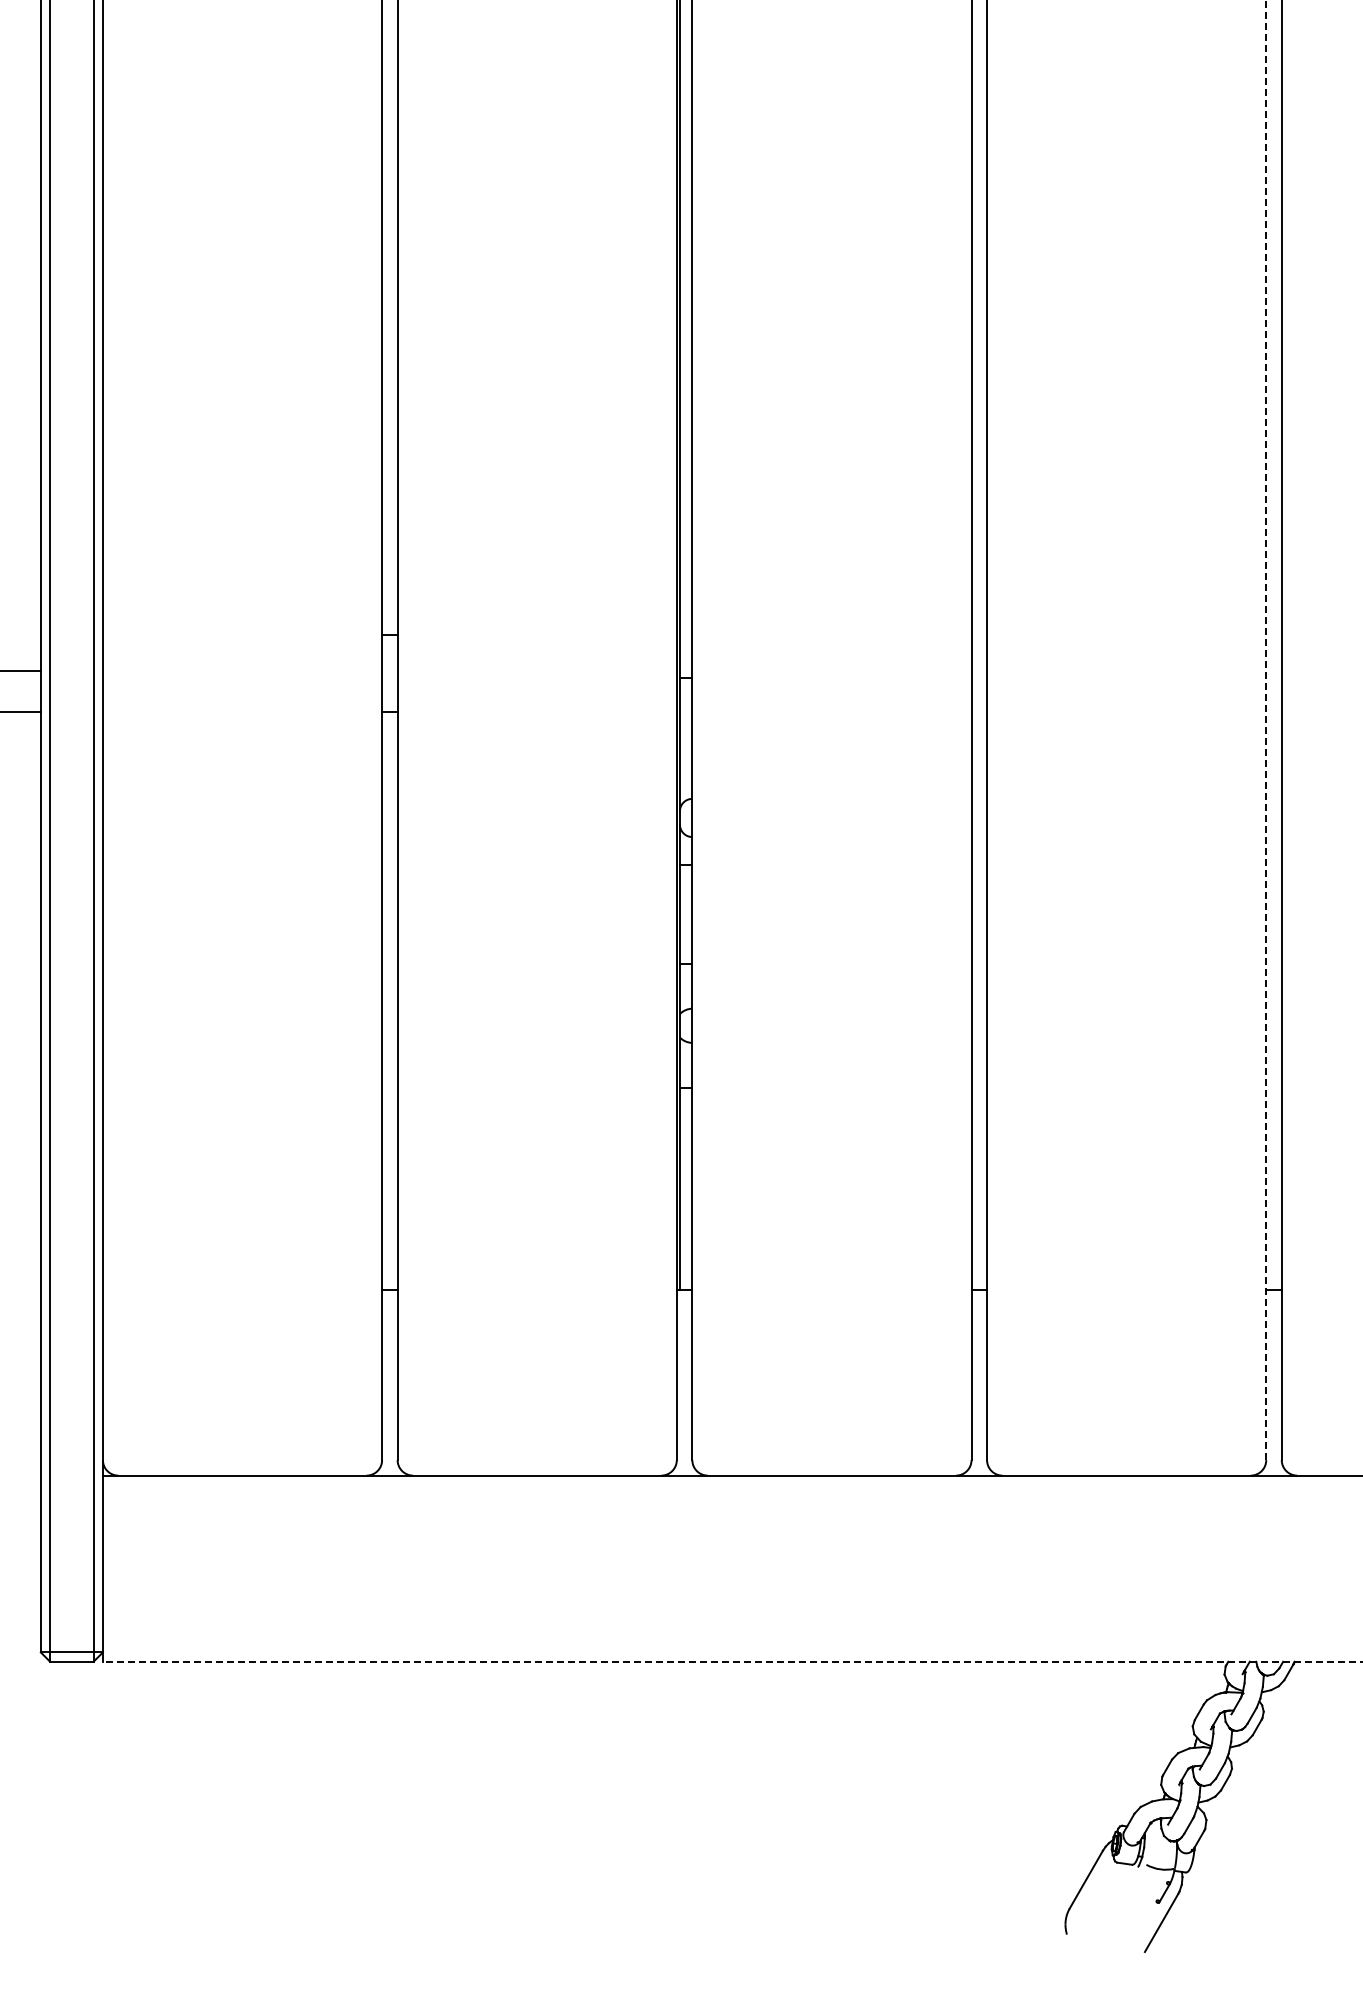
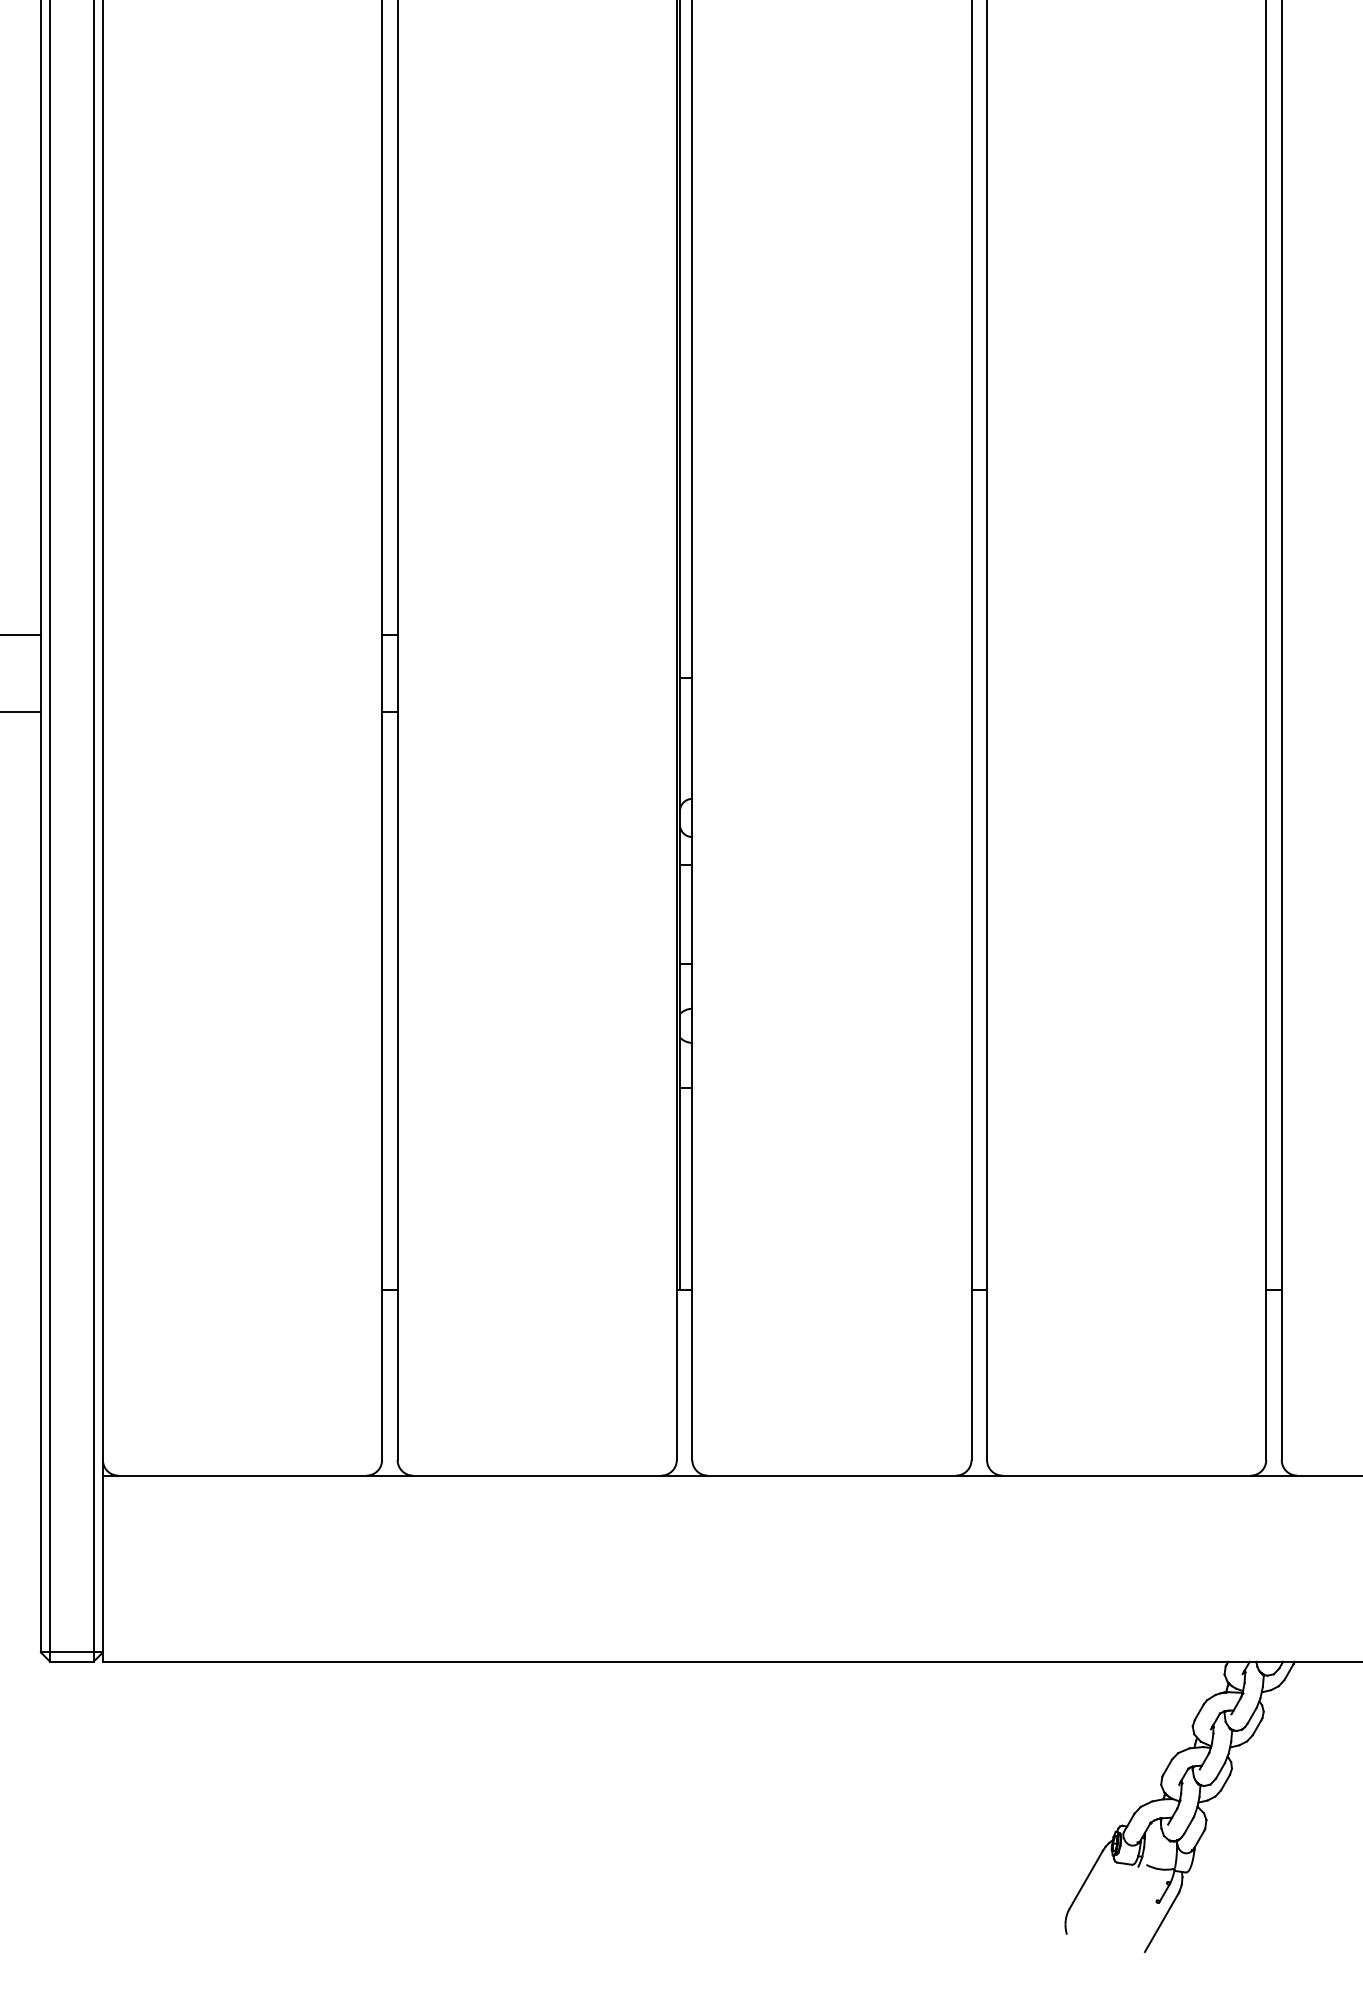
line at (21, 670) position: (21, 670) -> (21, 634)
line at (1266, 730): dashed -> solid
line at (732, 1661): dashed -> solid
